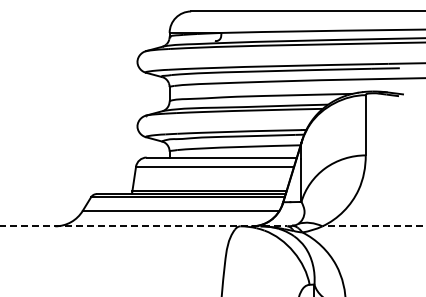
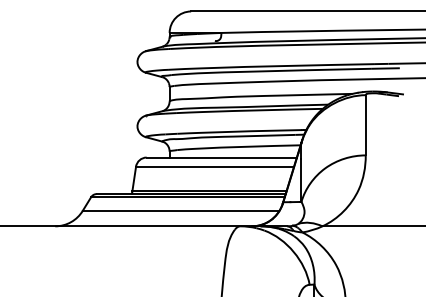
line at (143, 226): dashed -> solid
line at (373, 226): dashed -> solid
